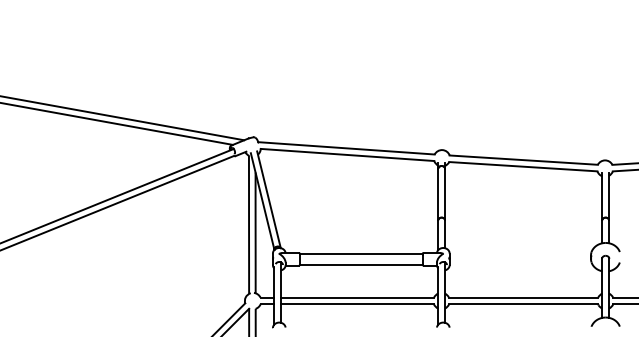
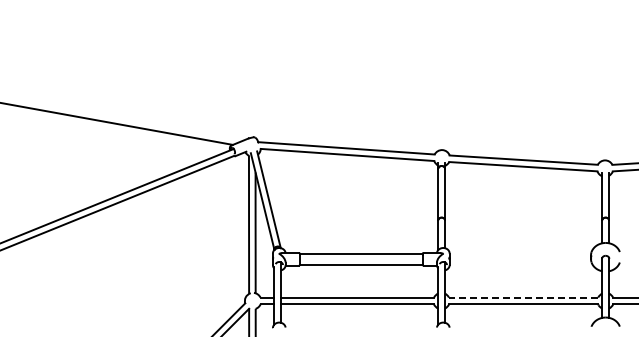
line at (123, 118): present -> none
line at (523, 297): solid -> dashed
